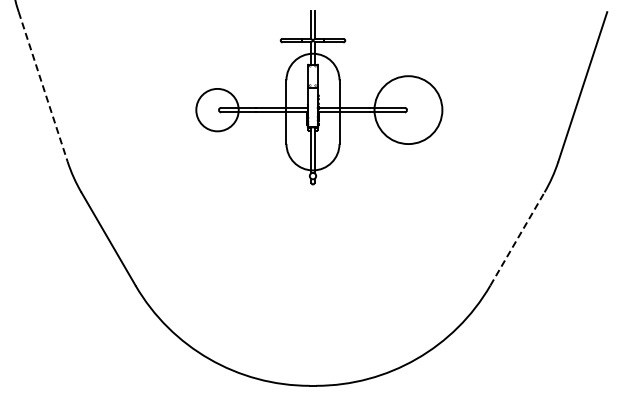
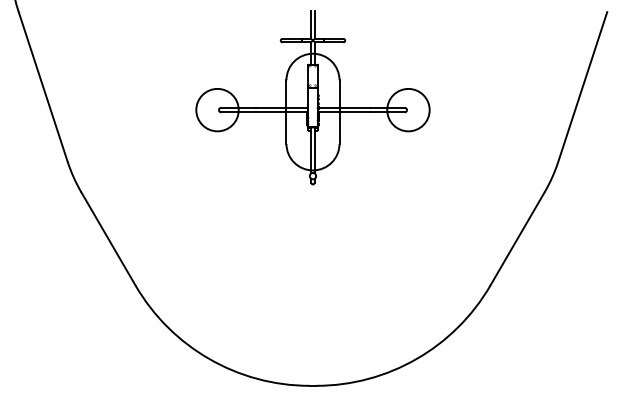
line at (43, 86): dashed -> solid
circle at (408, 110) diameter: 68 px -> 42 px
line at (517, 238): dashed -> solid
